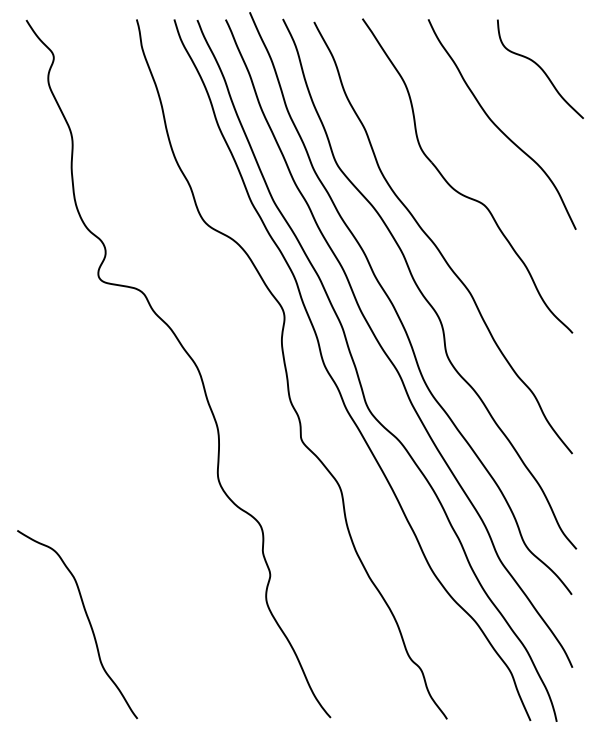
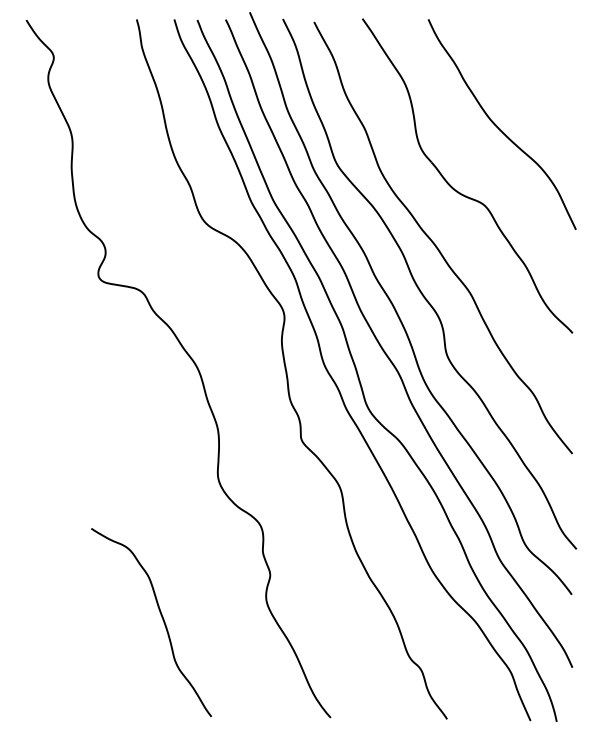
curve at (540, 68): present -> none
curve at (87, 619) position: (87, 619) -> (161, 617)
